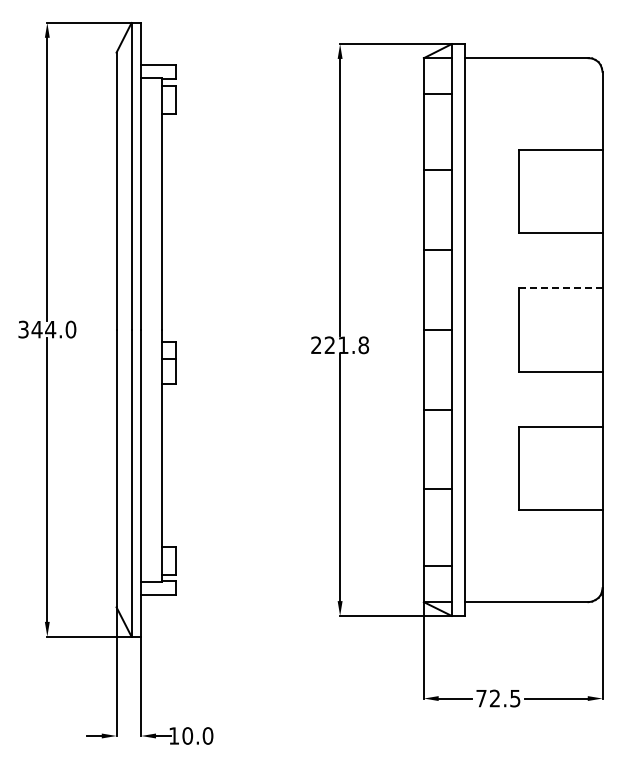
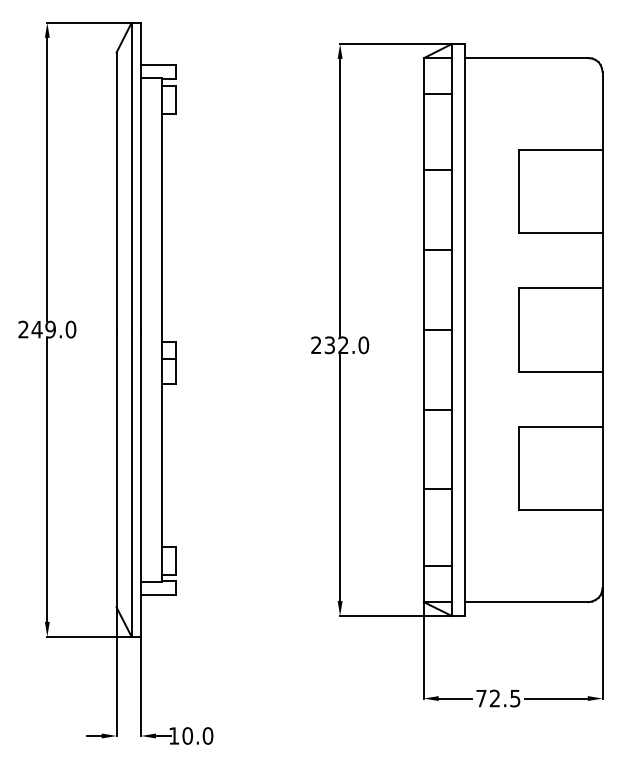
line at (560, 288): dashed -> solid
text at (37, 329): 344.0 -> 249.0
text at (346, 345): 221.8 -> 232.0
